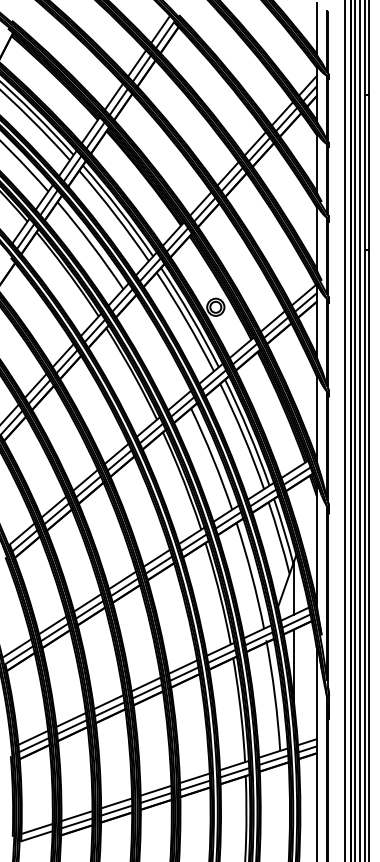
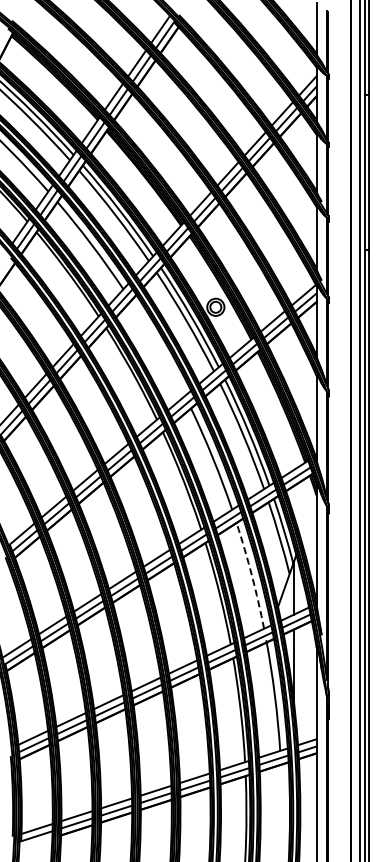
line at (345, 430): present -> none
line at (354, 430): present -> none
arc at (251, 575): solid -> dashed
